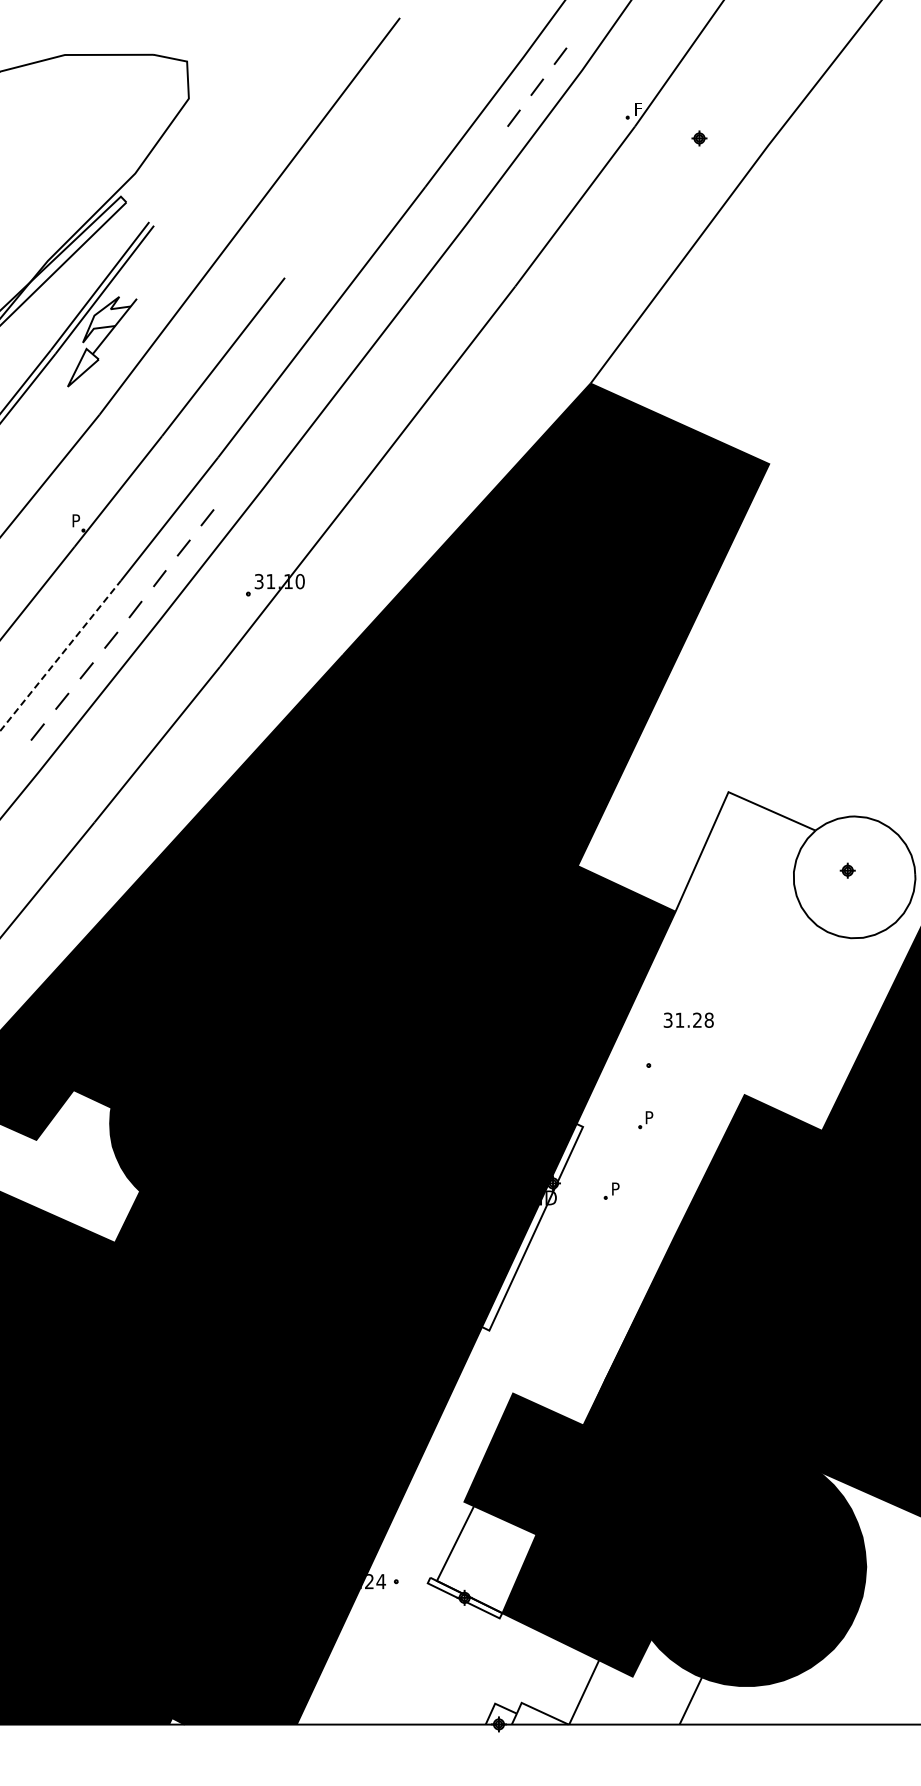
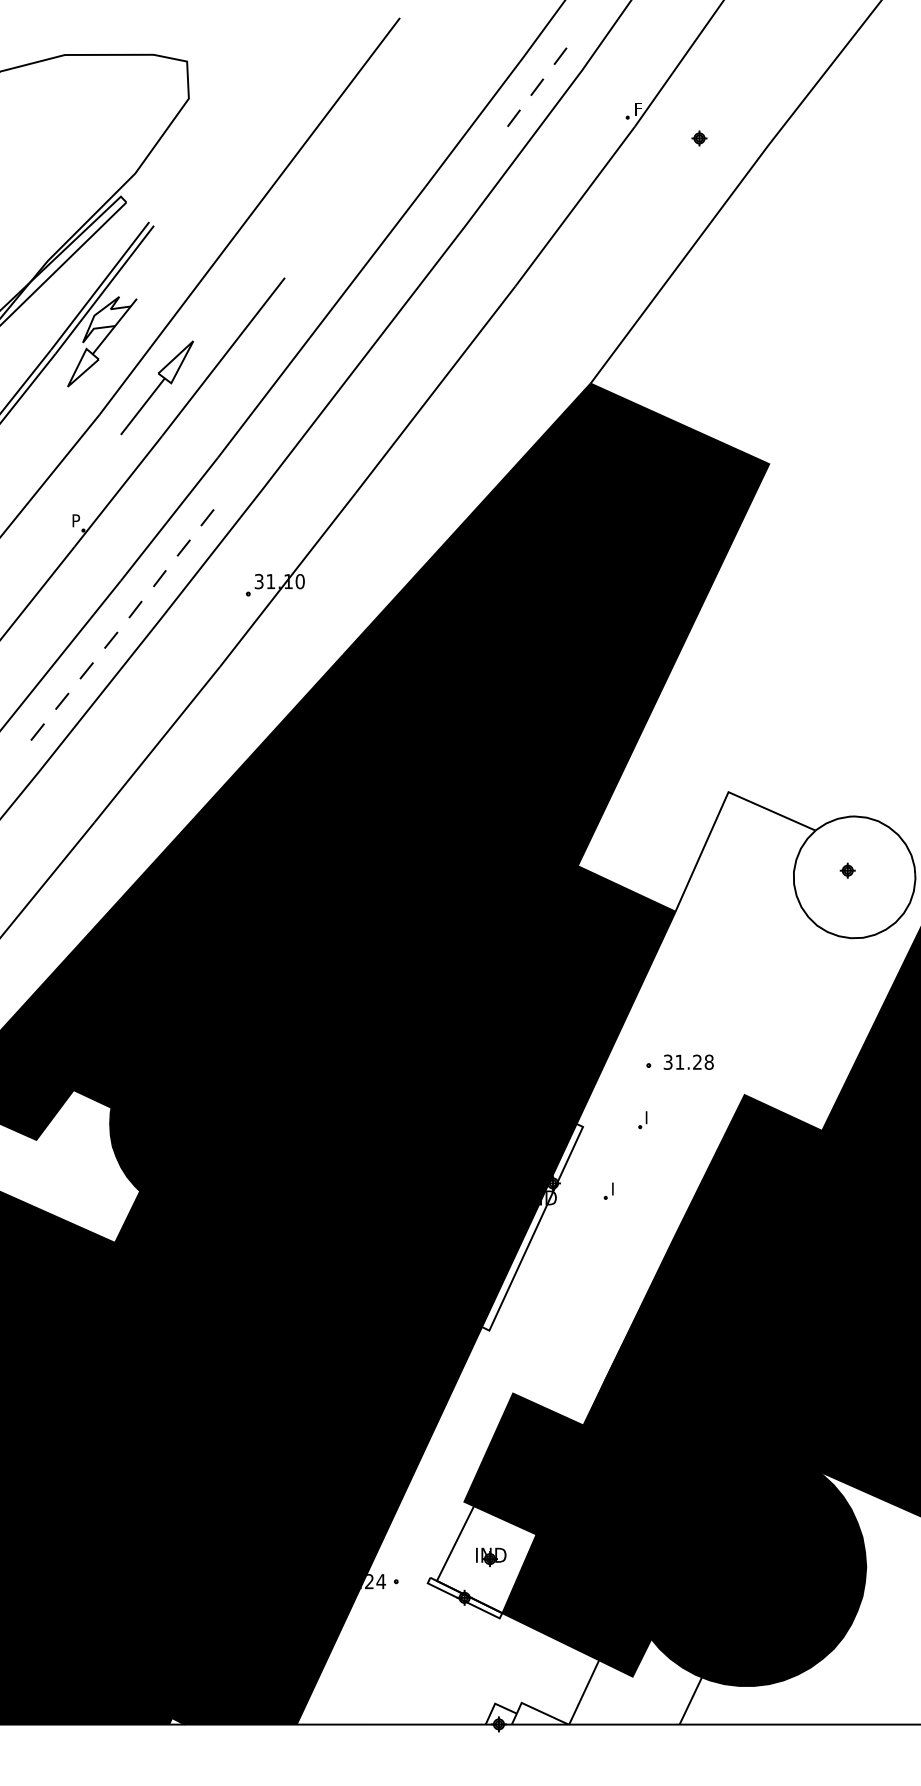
part at (156, 387): none -> present
line at (60, 655): dashed -> solid
text at (688, 1019) position: (688, 1019) -> (688, 1061)
text at (650, 1114): P -> I
text at (616, 1186): P -> I
part at (491, 1556): none -> present
